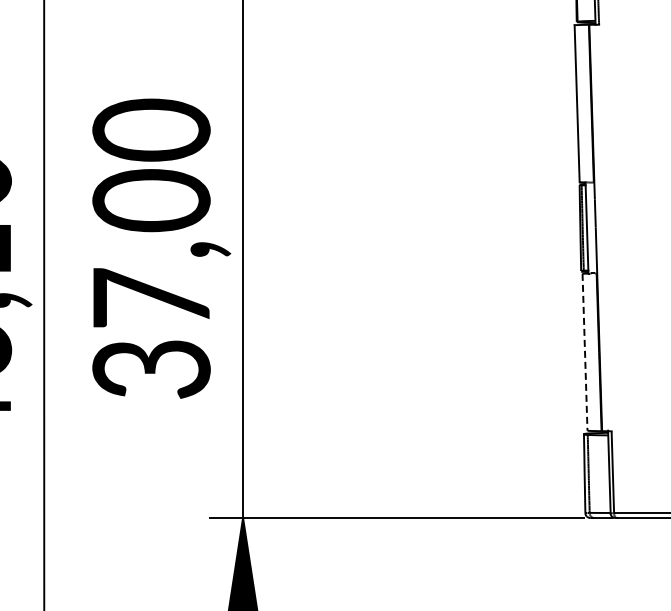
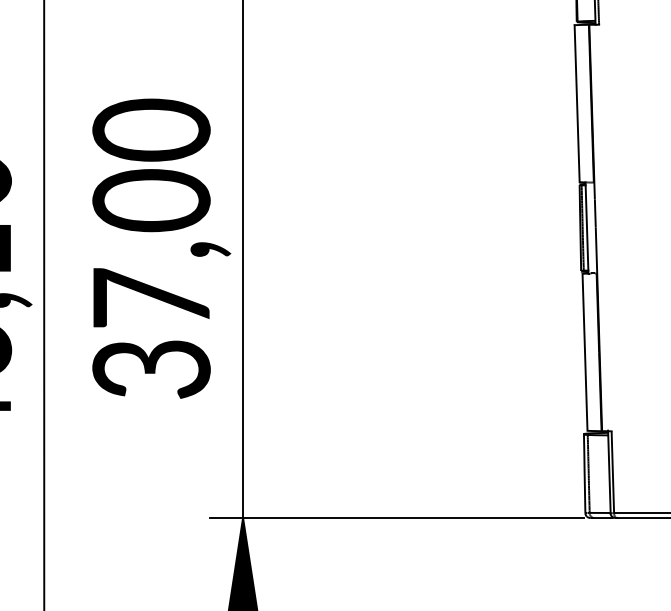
line at (585, 352): dashed -> solid
